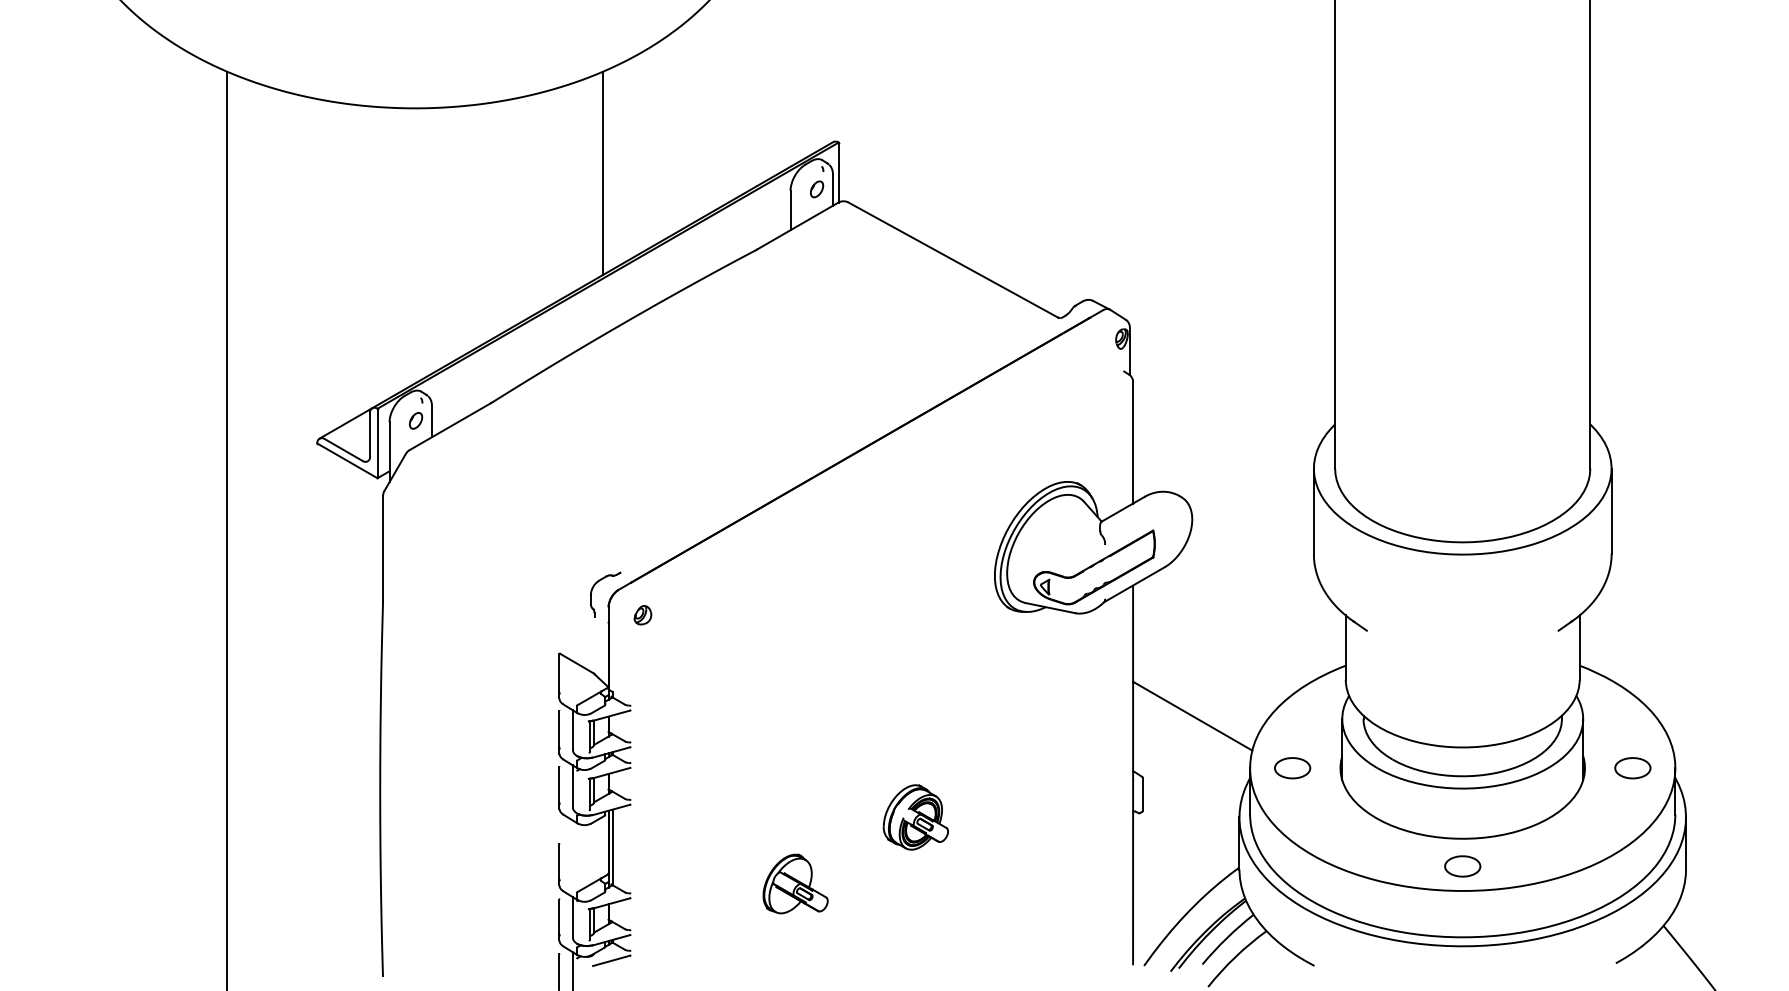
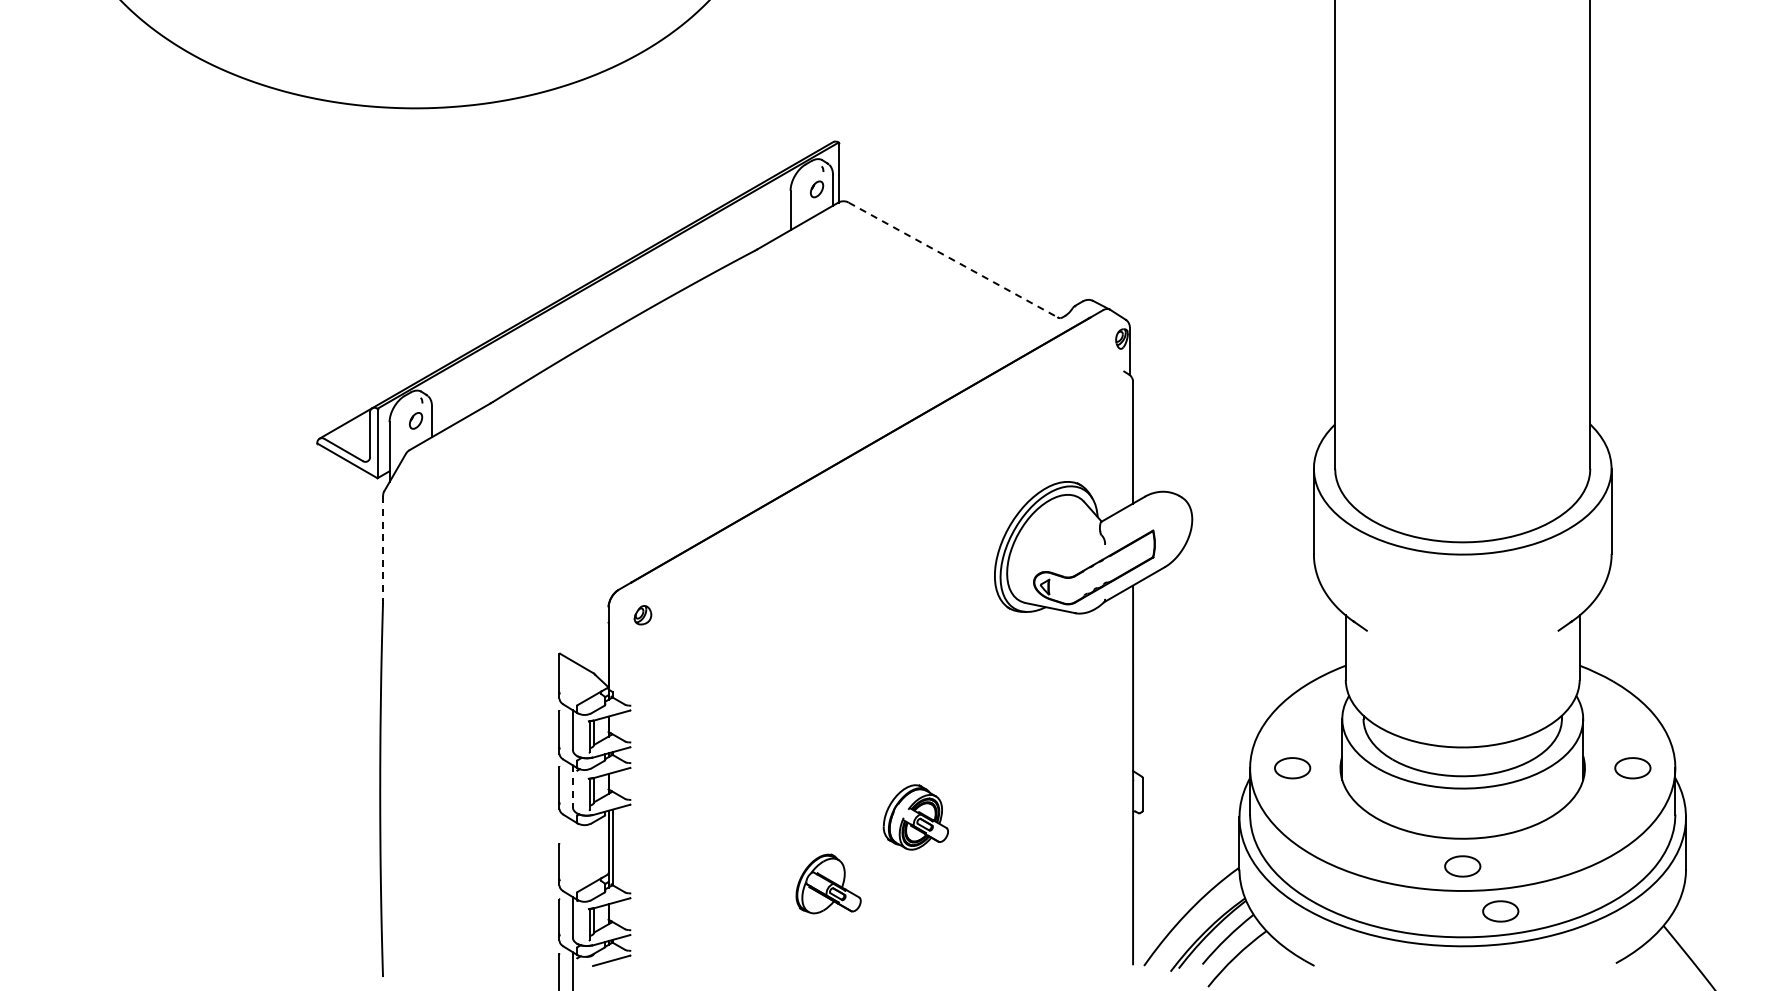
line at (603, 173): present -> none
line at (953, 260): solid -> dashed
line at (227, 529): present -> none
line at (383, 549): solid -> dashed
part at (592, 592): present -> none
line at (1192, 715): present -> none
line at (572, 787): solid -> dashed
part at (795, 883) position: (795, 883) -> (828, 883)
part at (1500, 911): none -> present
